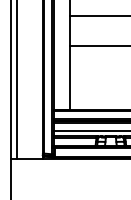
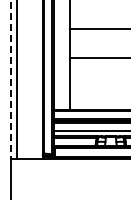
line at (98, 15) position: (98, 15) -> (98, 28)
line at (98, 45) position: (98, 45) -> (98, 57)
line at (10, 79): solid -> dashed
